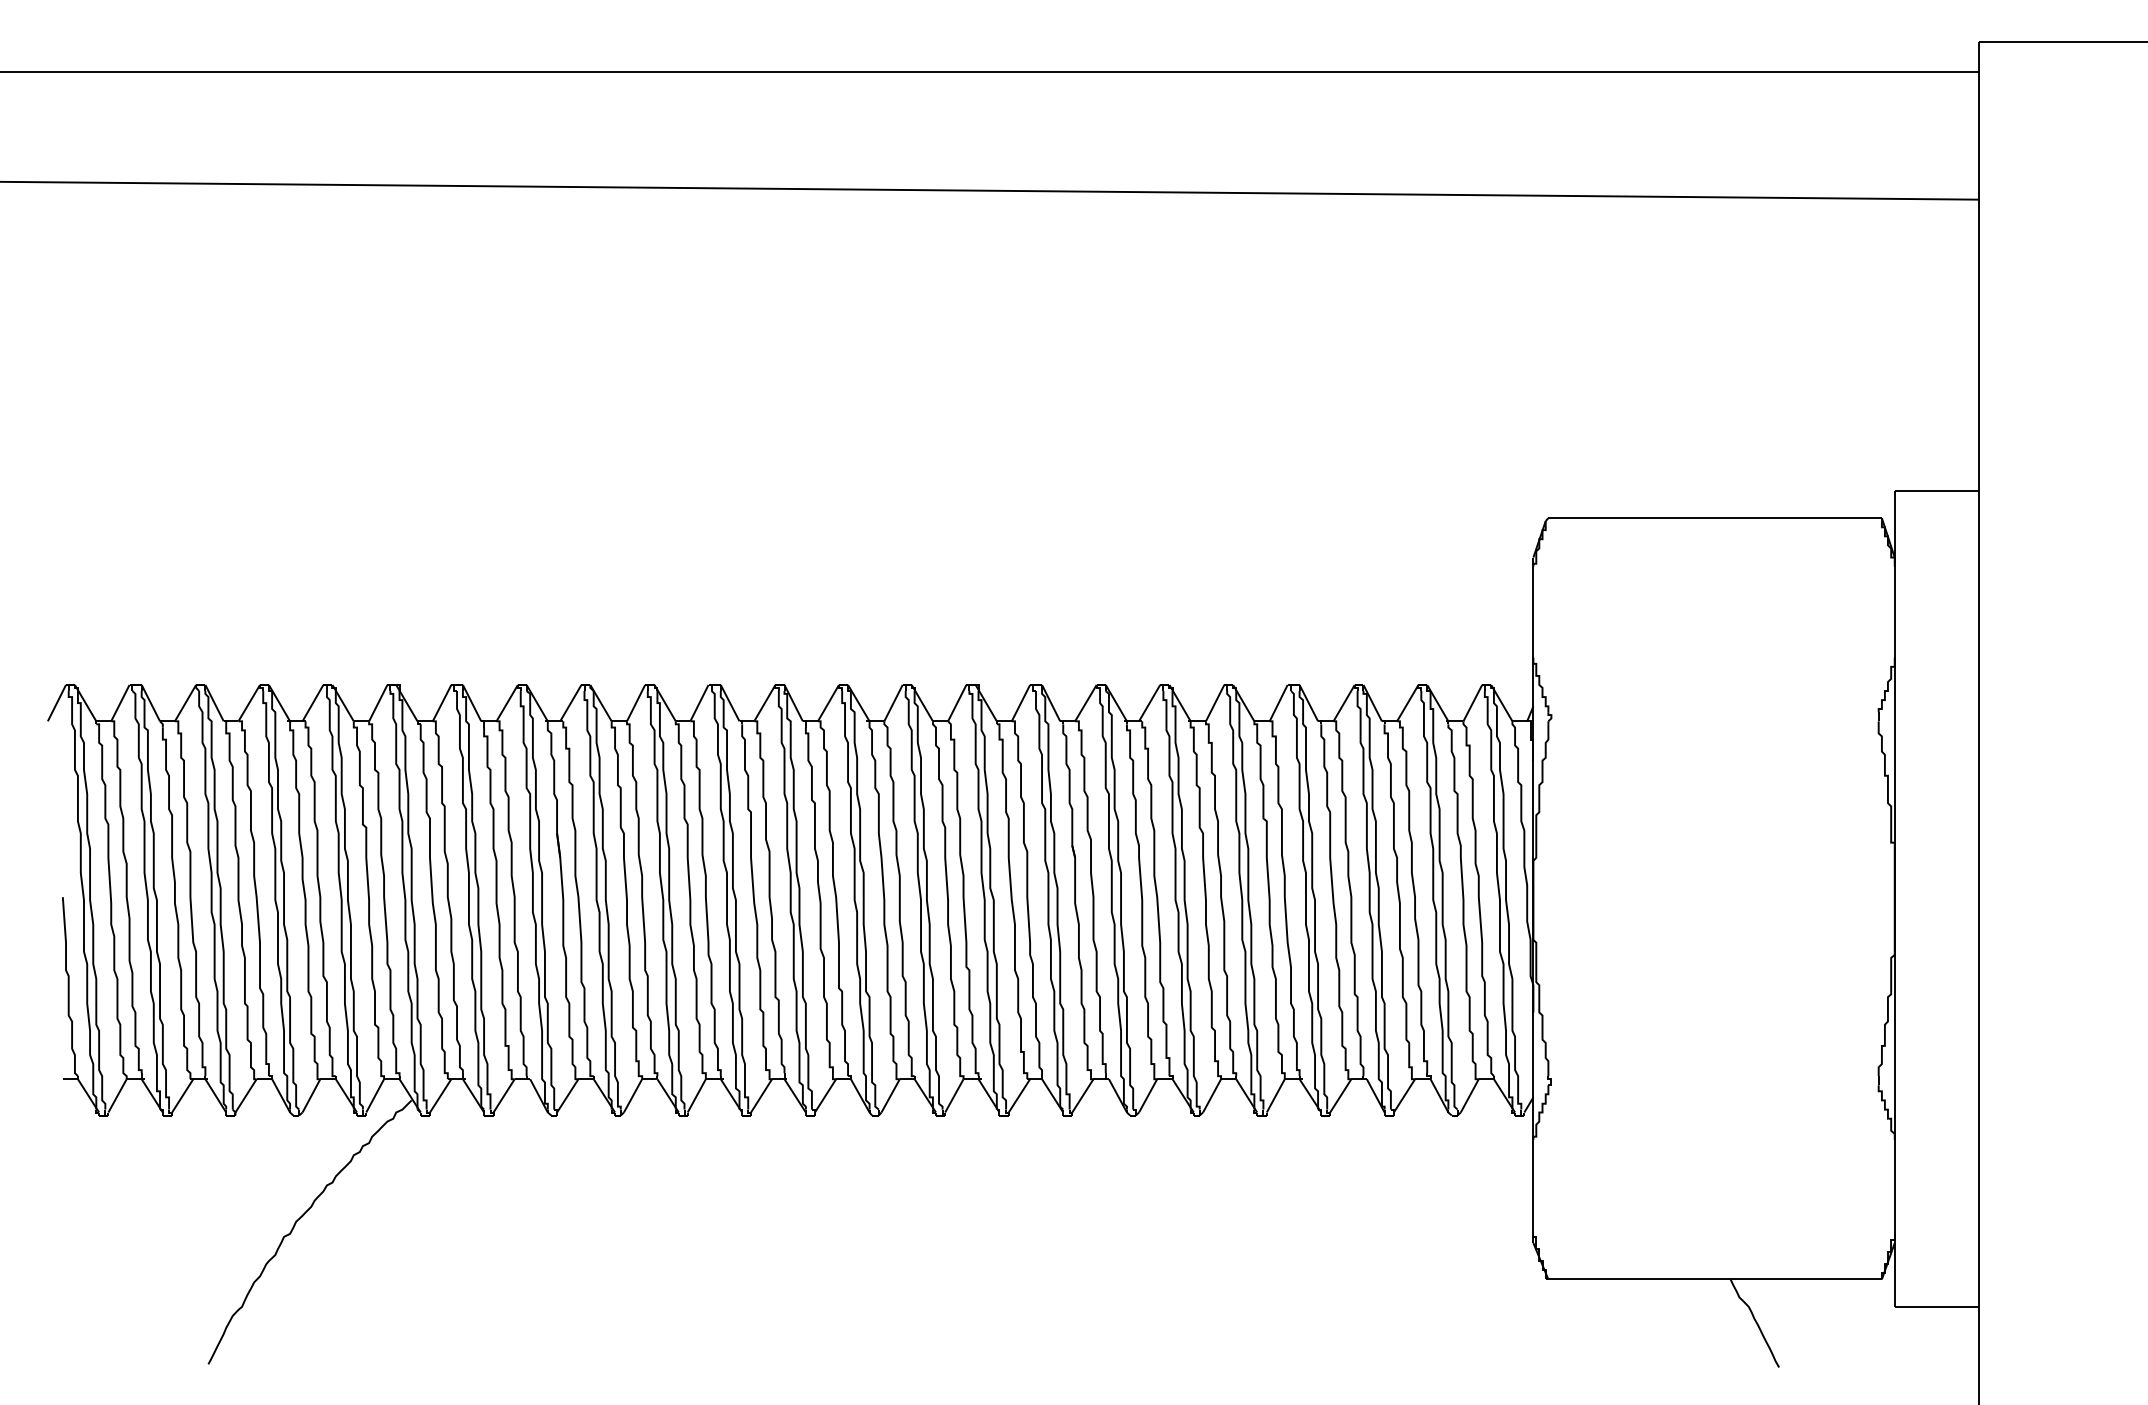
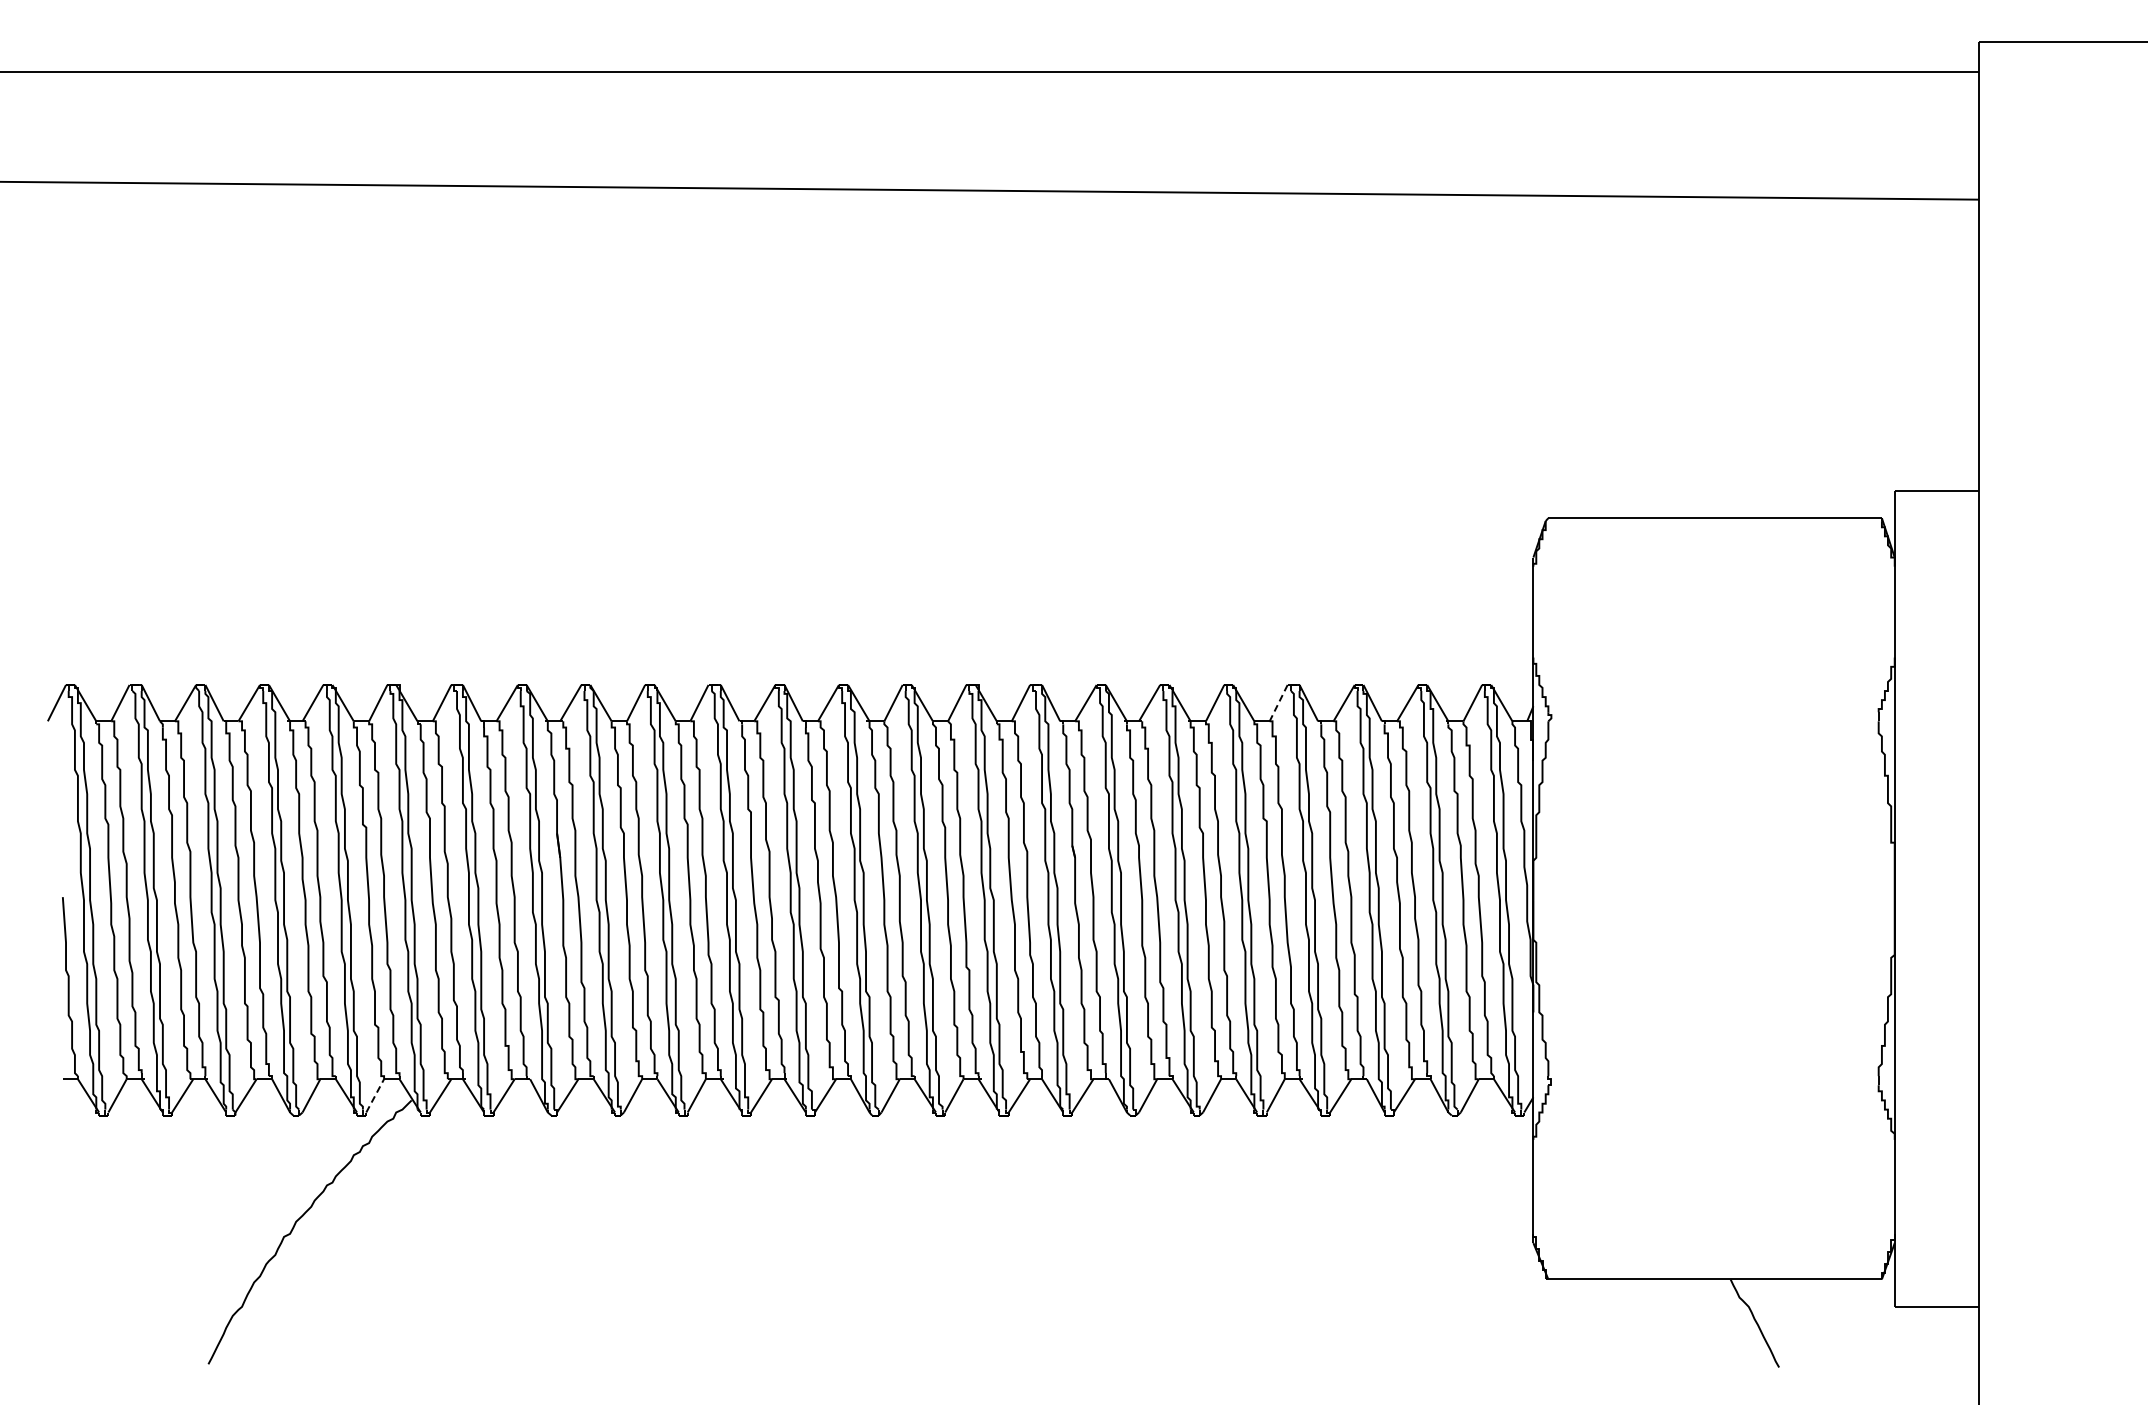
line at (1278, 703): solid -> dashed
line at (375, 1095): solid -> dashed
